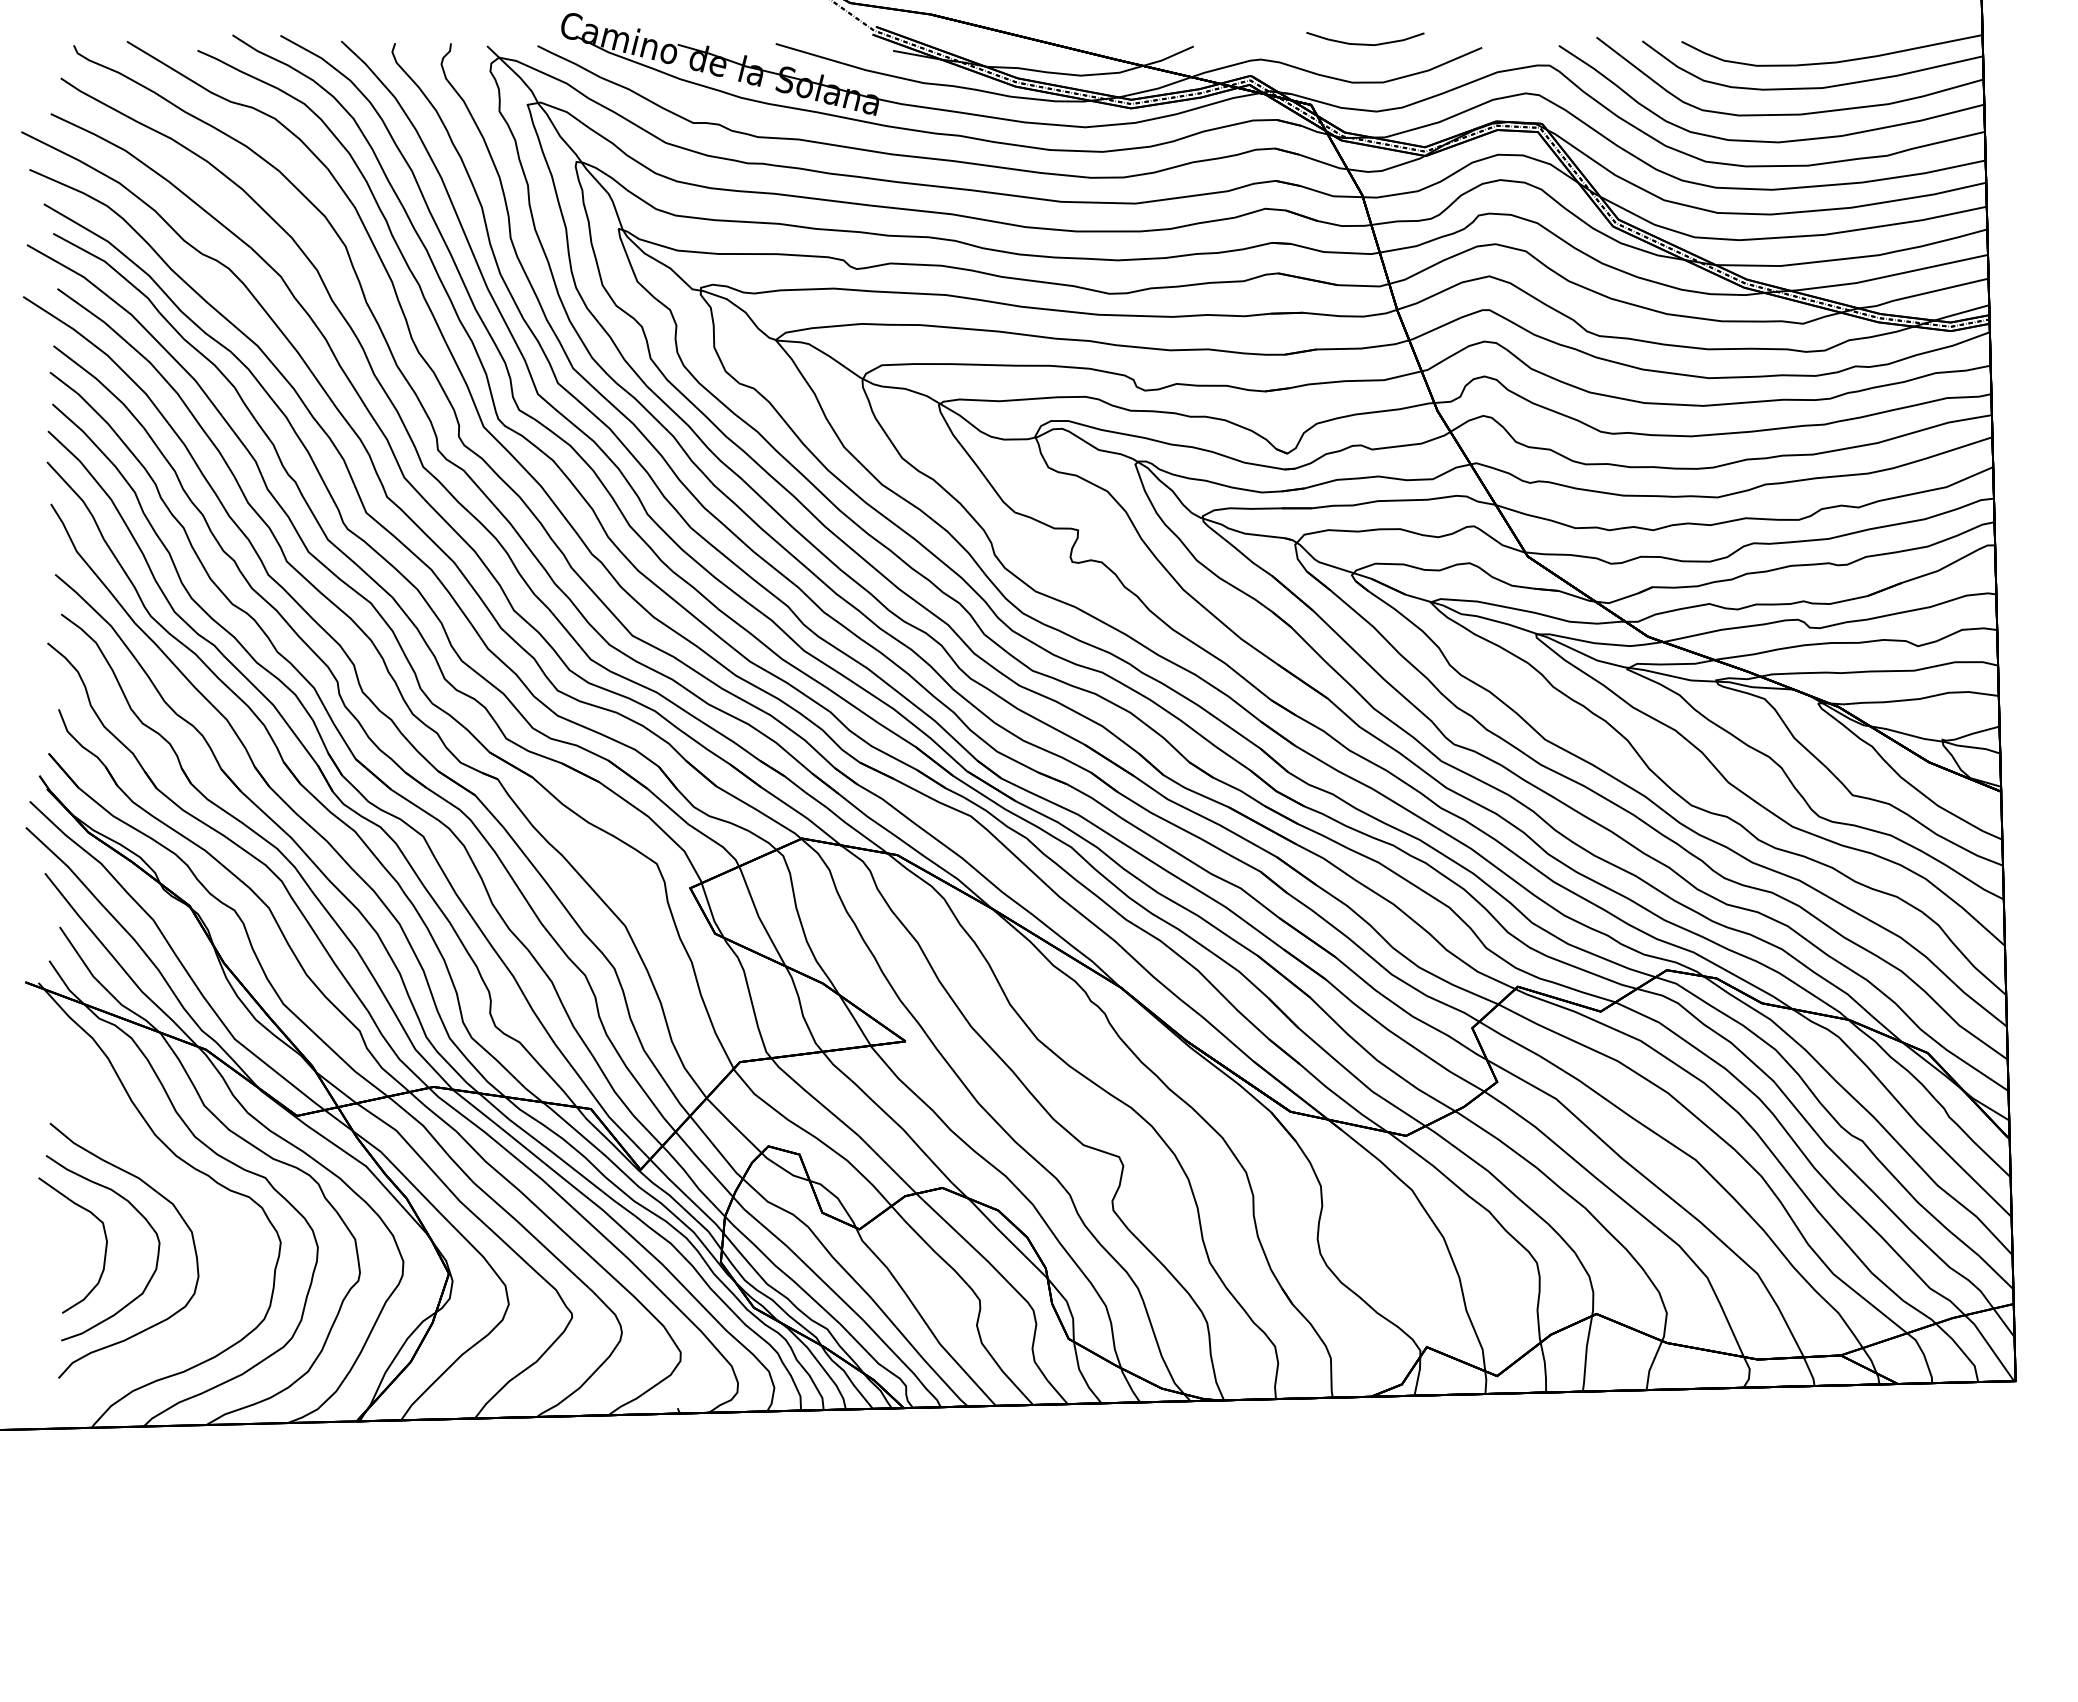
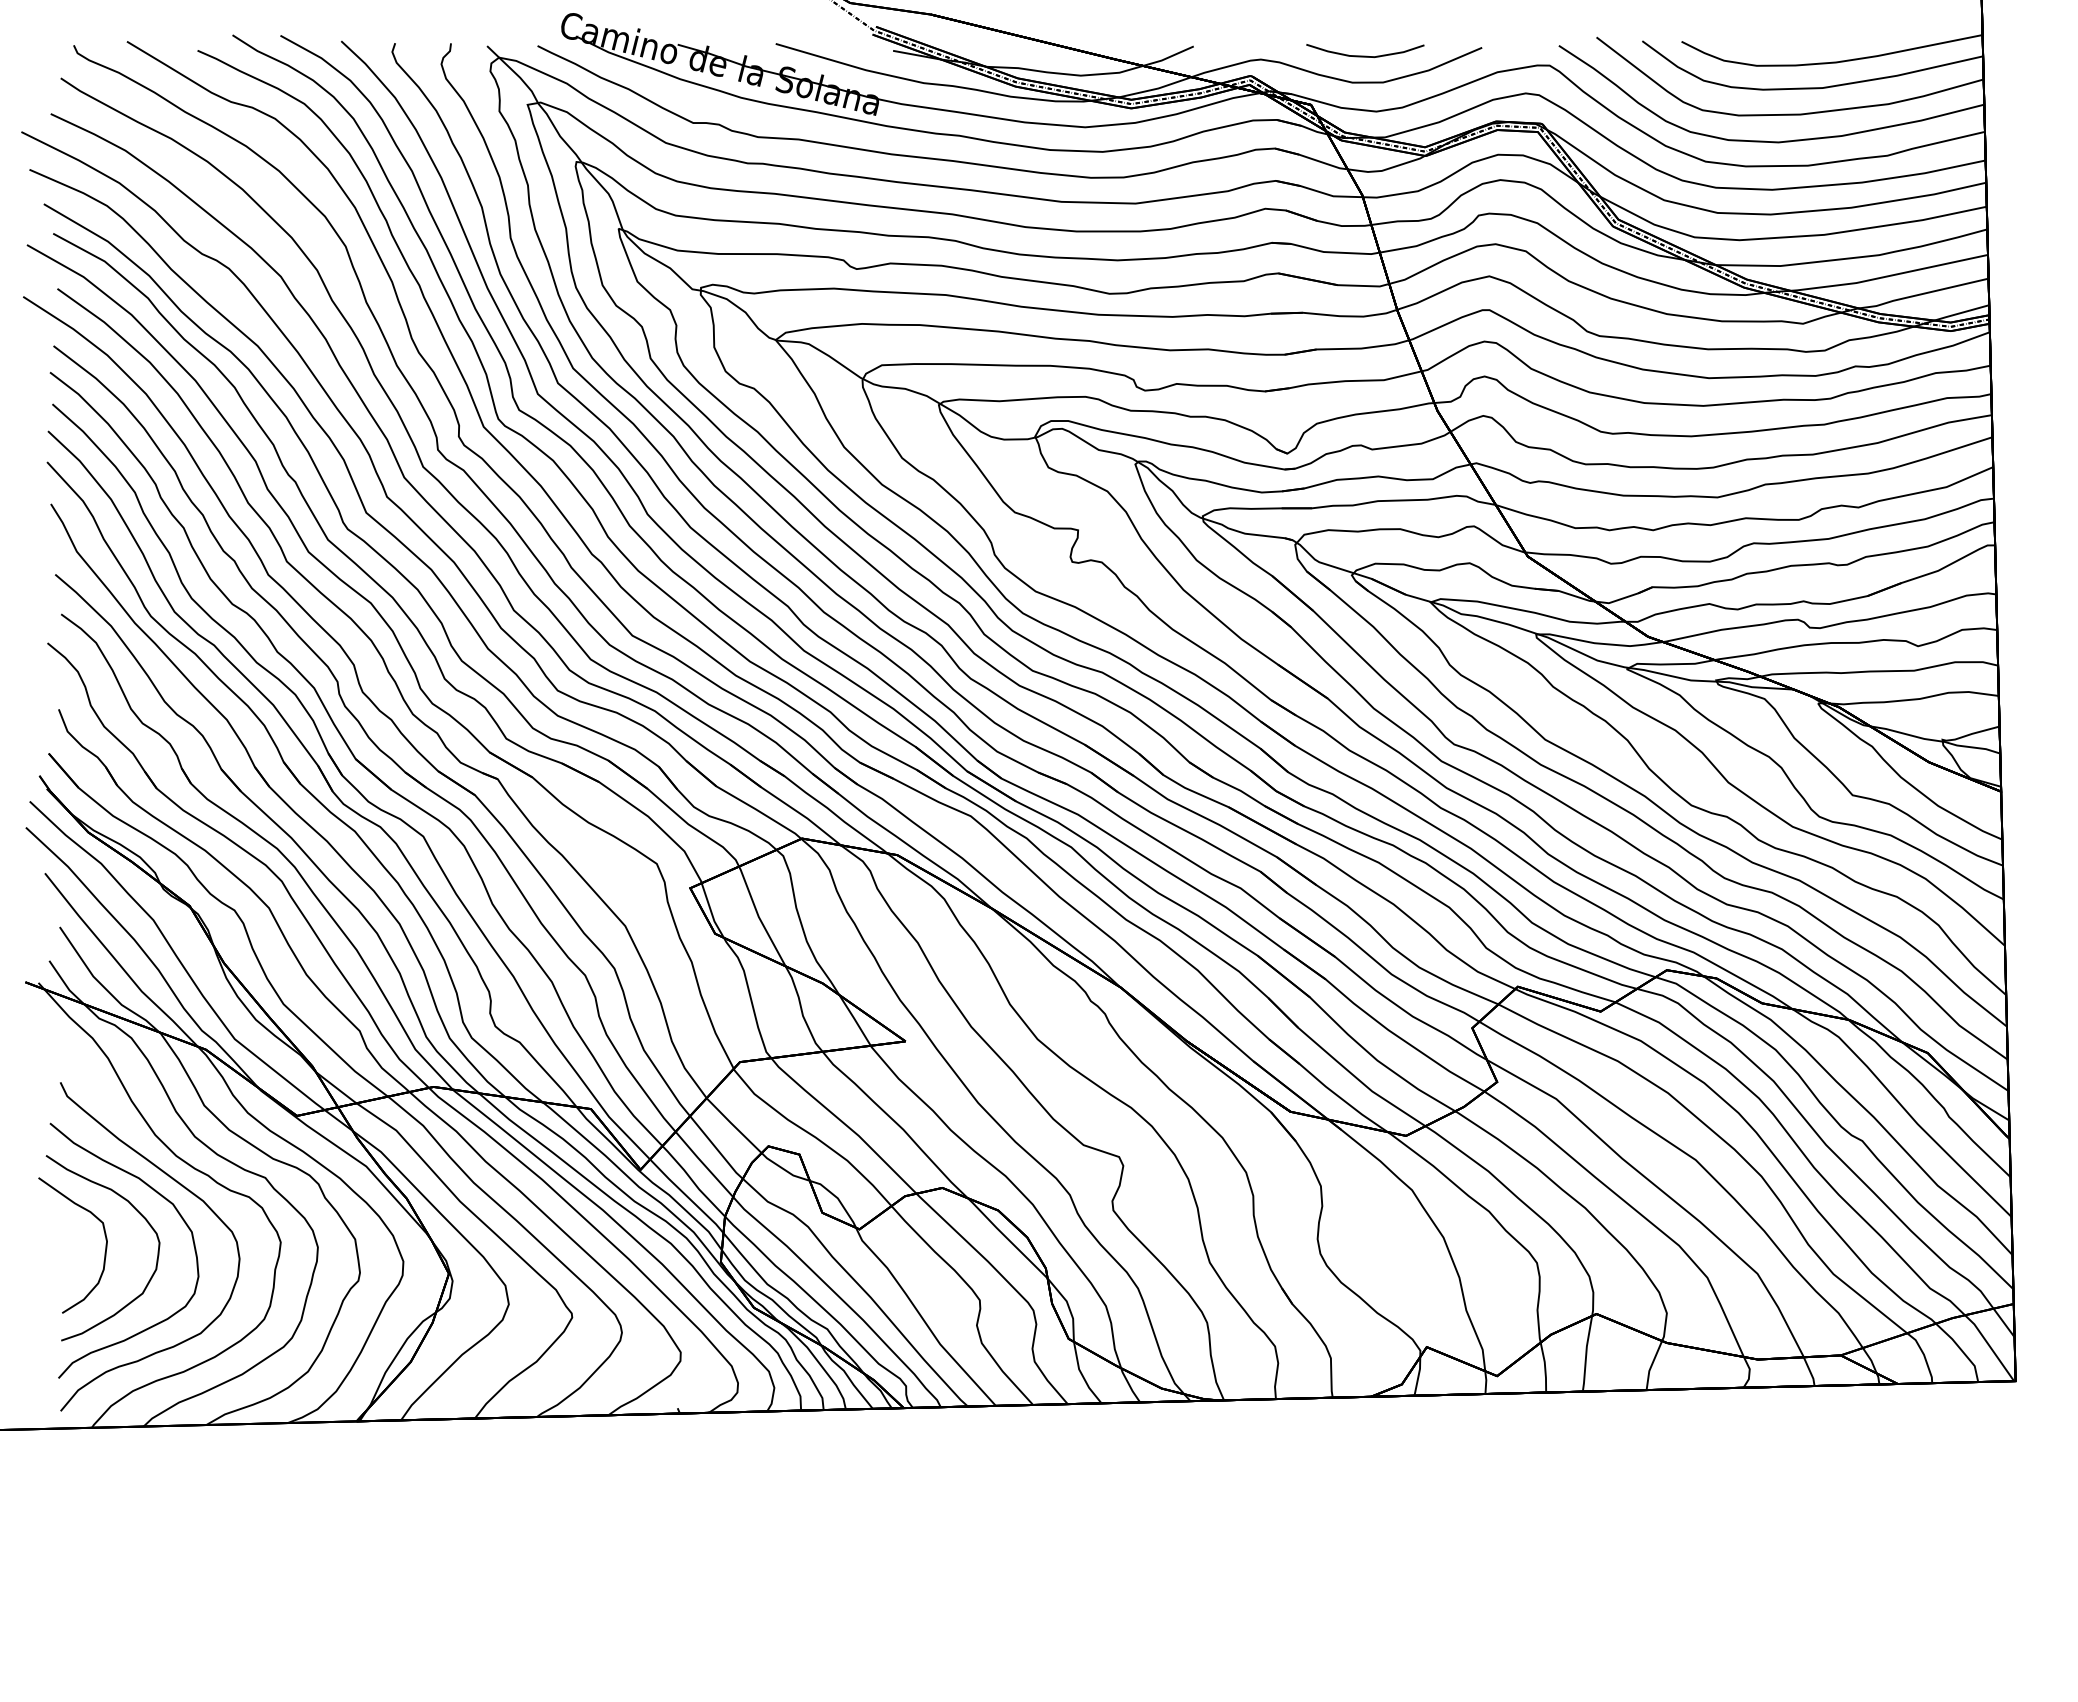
curve at (1365, 43) position: (1365, 43) -> (1365, 55)
curve at (189, 1192): none -> present
